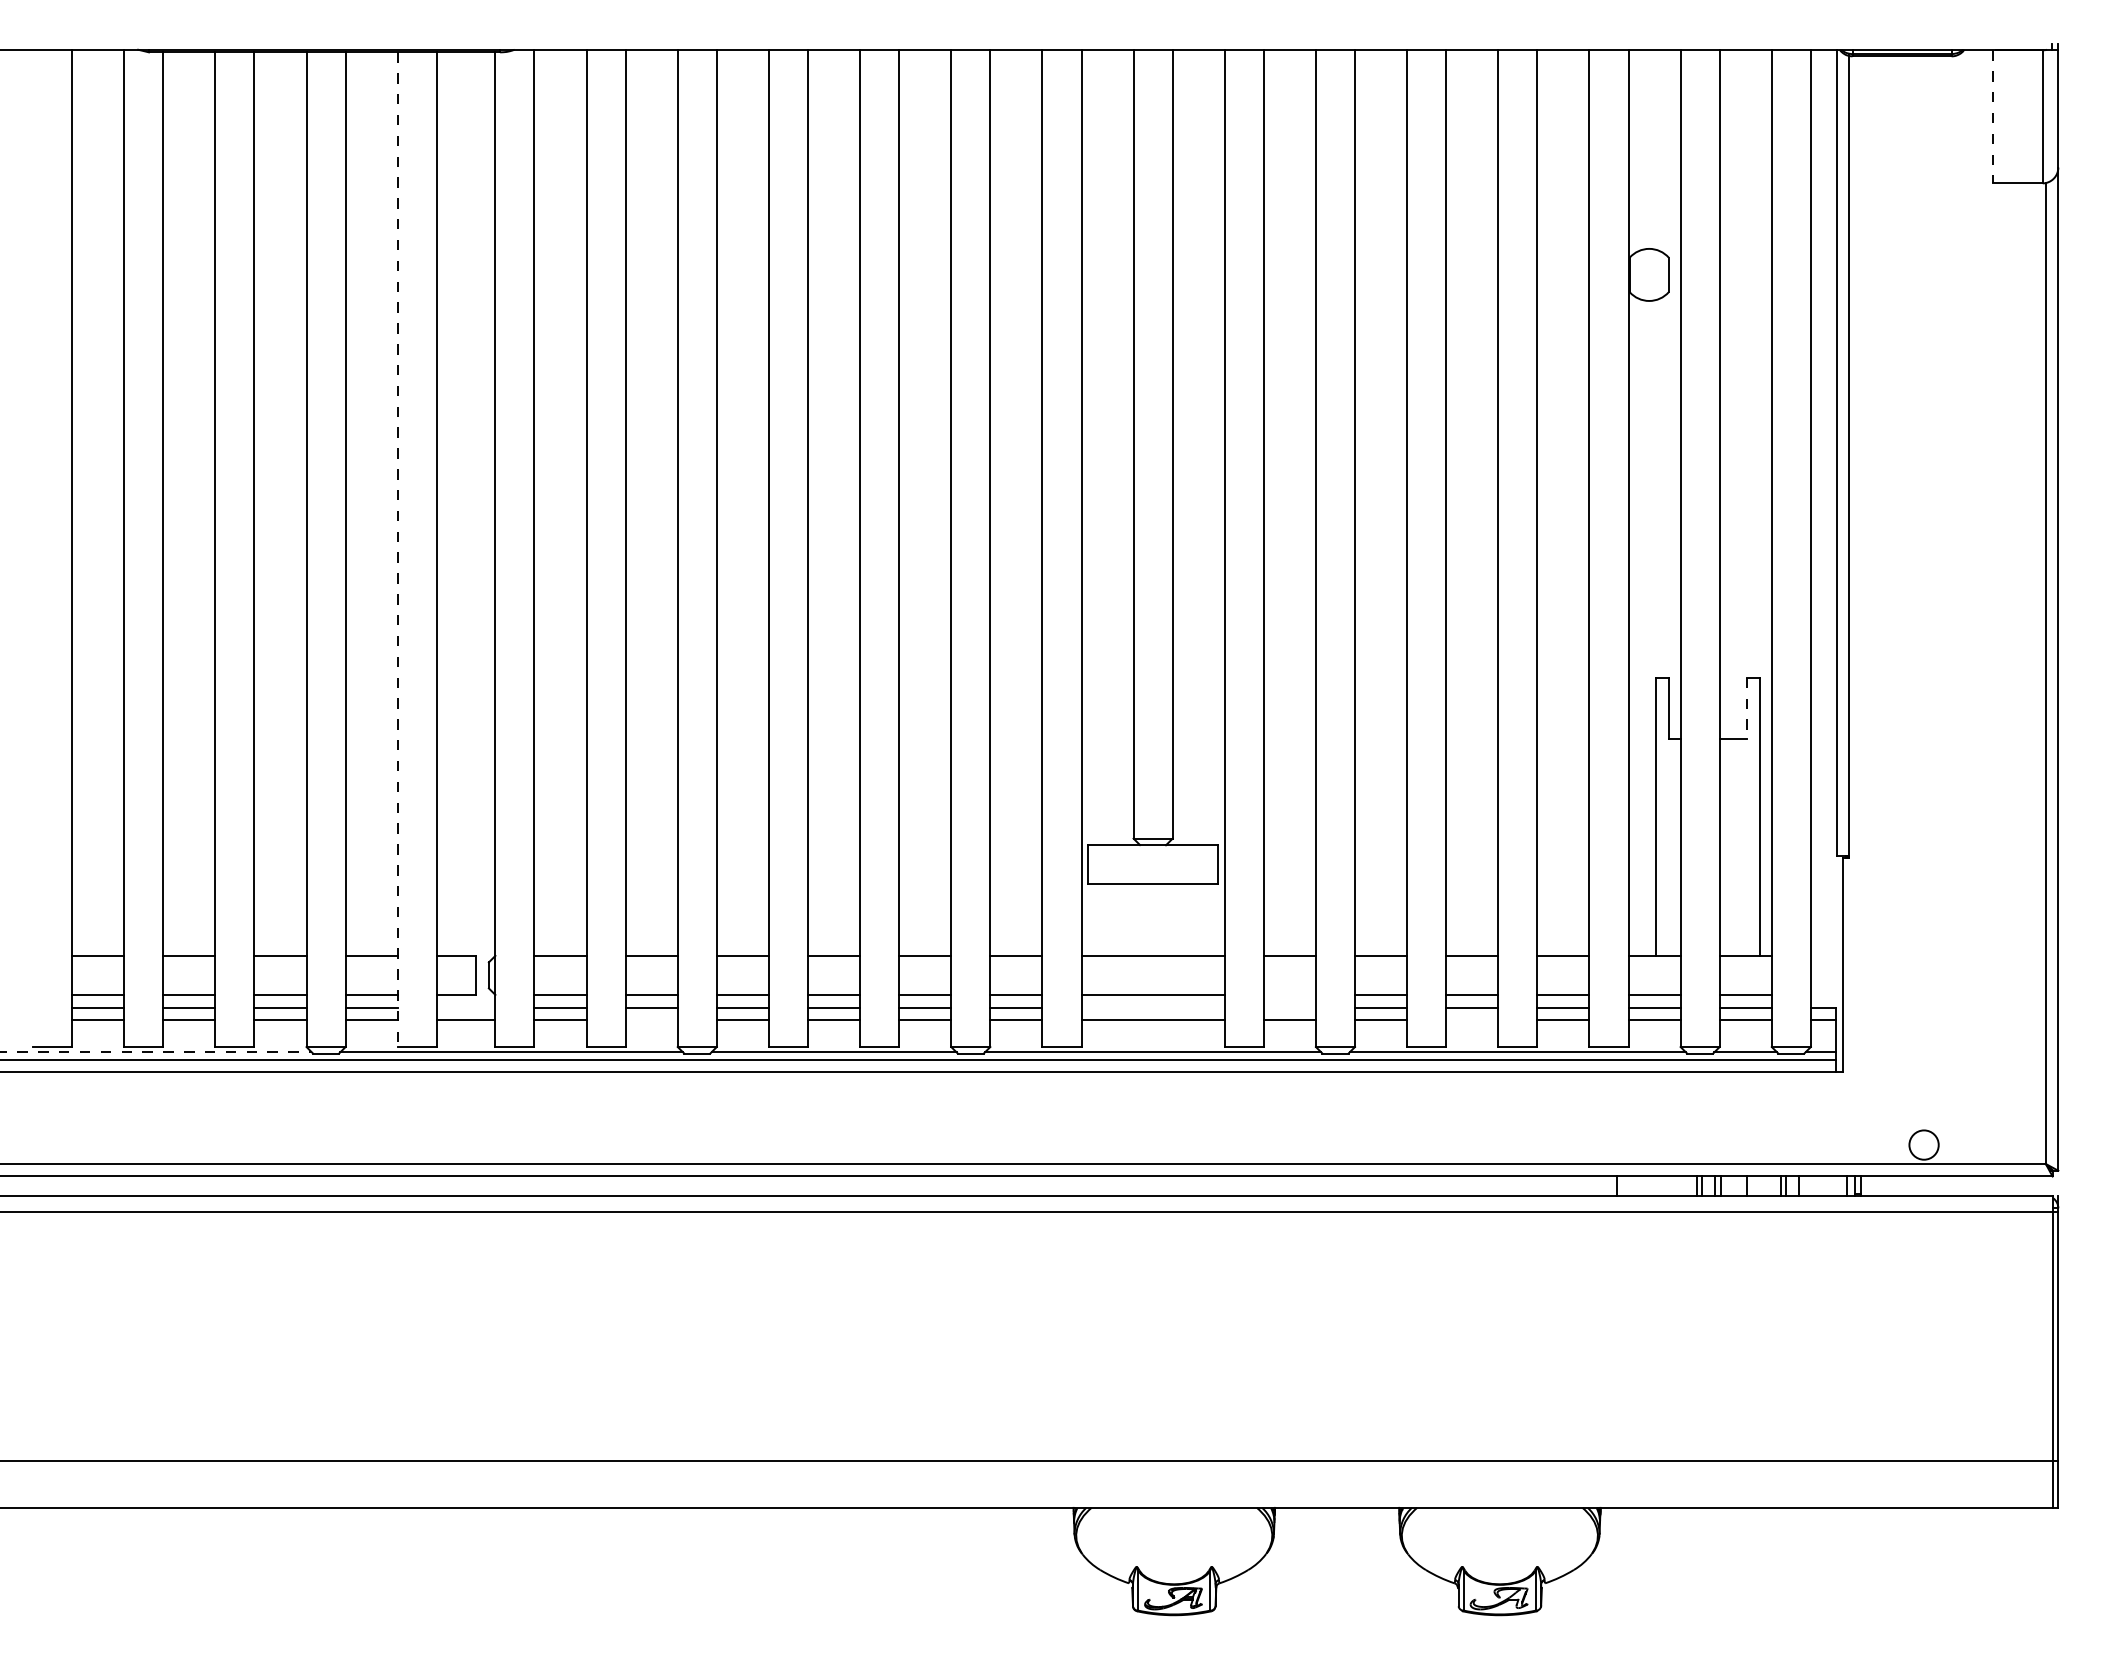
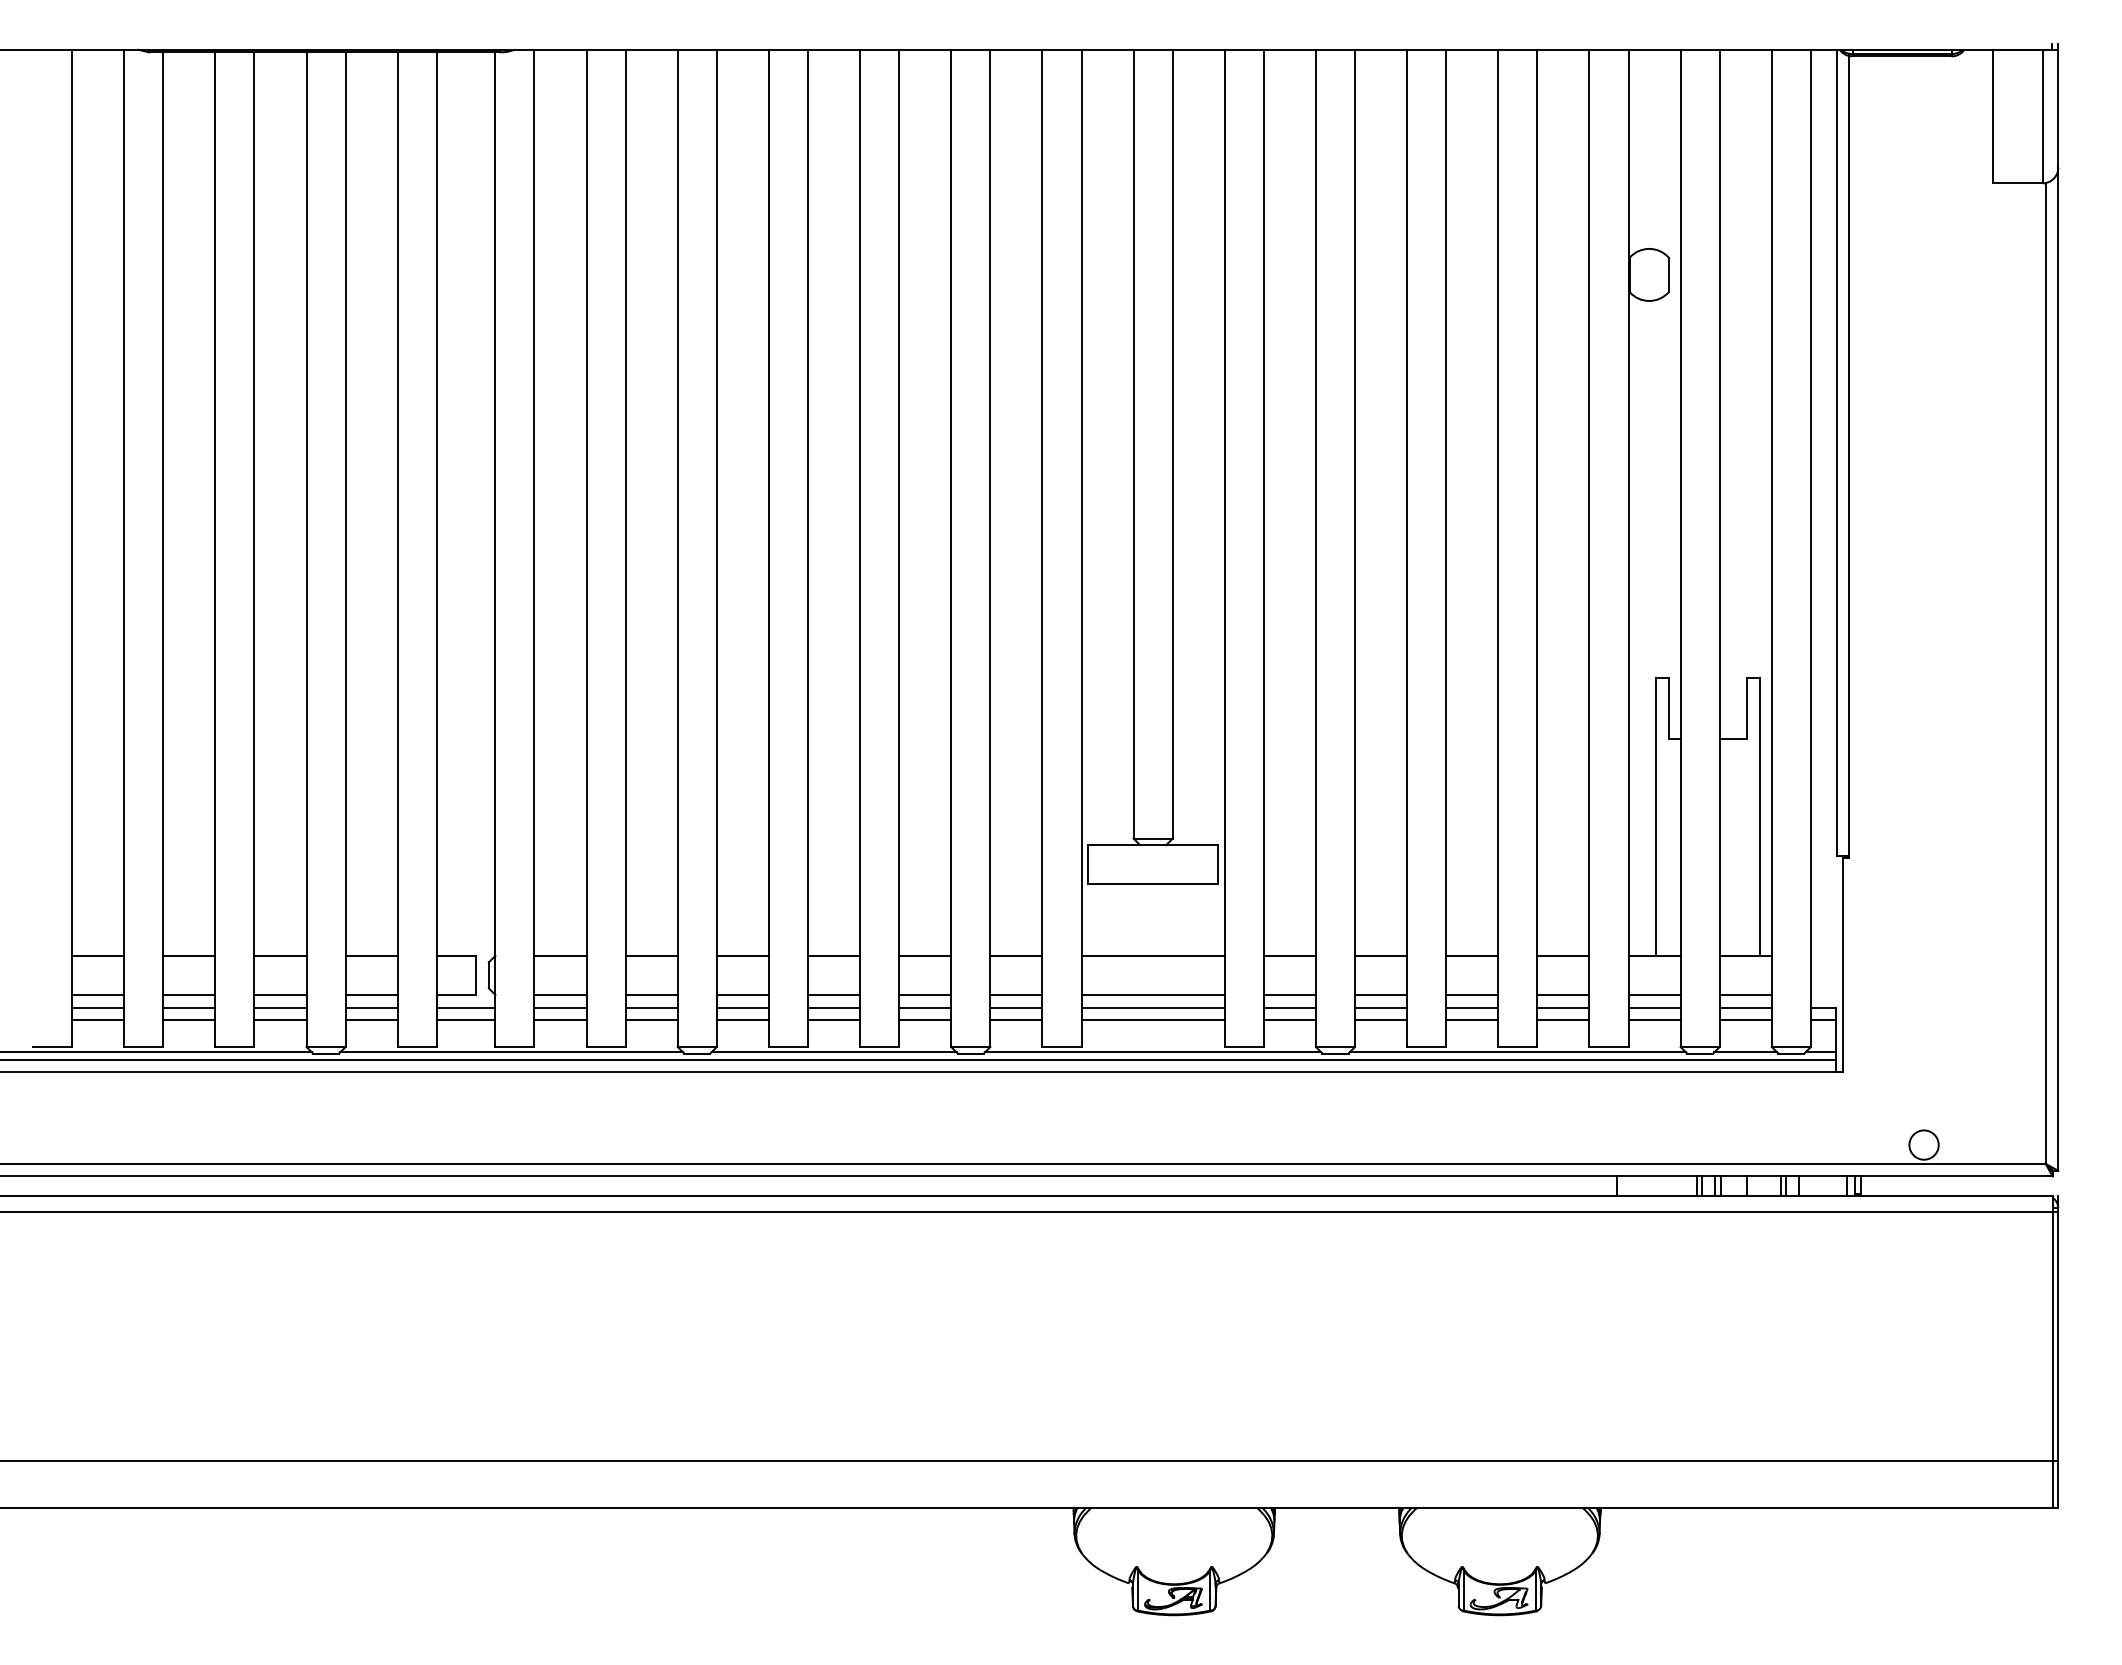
line at (1993, 116): dashed -> solid
line at (397, 550): dashed -> solid
line at (1746, 708): dashed -> solid
line at (1289, 994): none -> present
line at (465, 1007): none -> present
line at (1152, 1007): none -> present
line at (1289, 1007): none -> present
line at (651, 1020): none -> present
line at (1472, 1020): none -> present
line at (156, 1052): dashed -> solid
